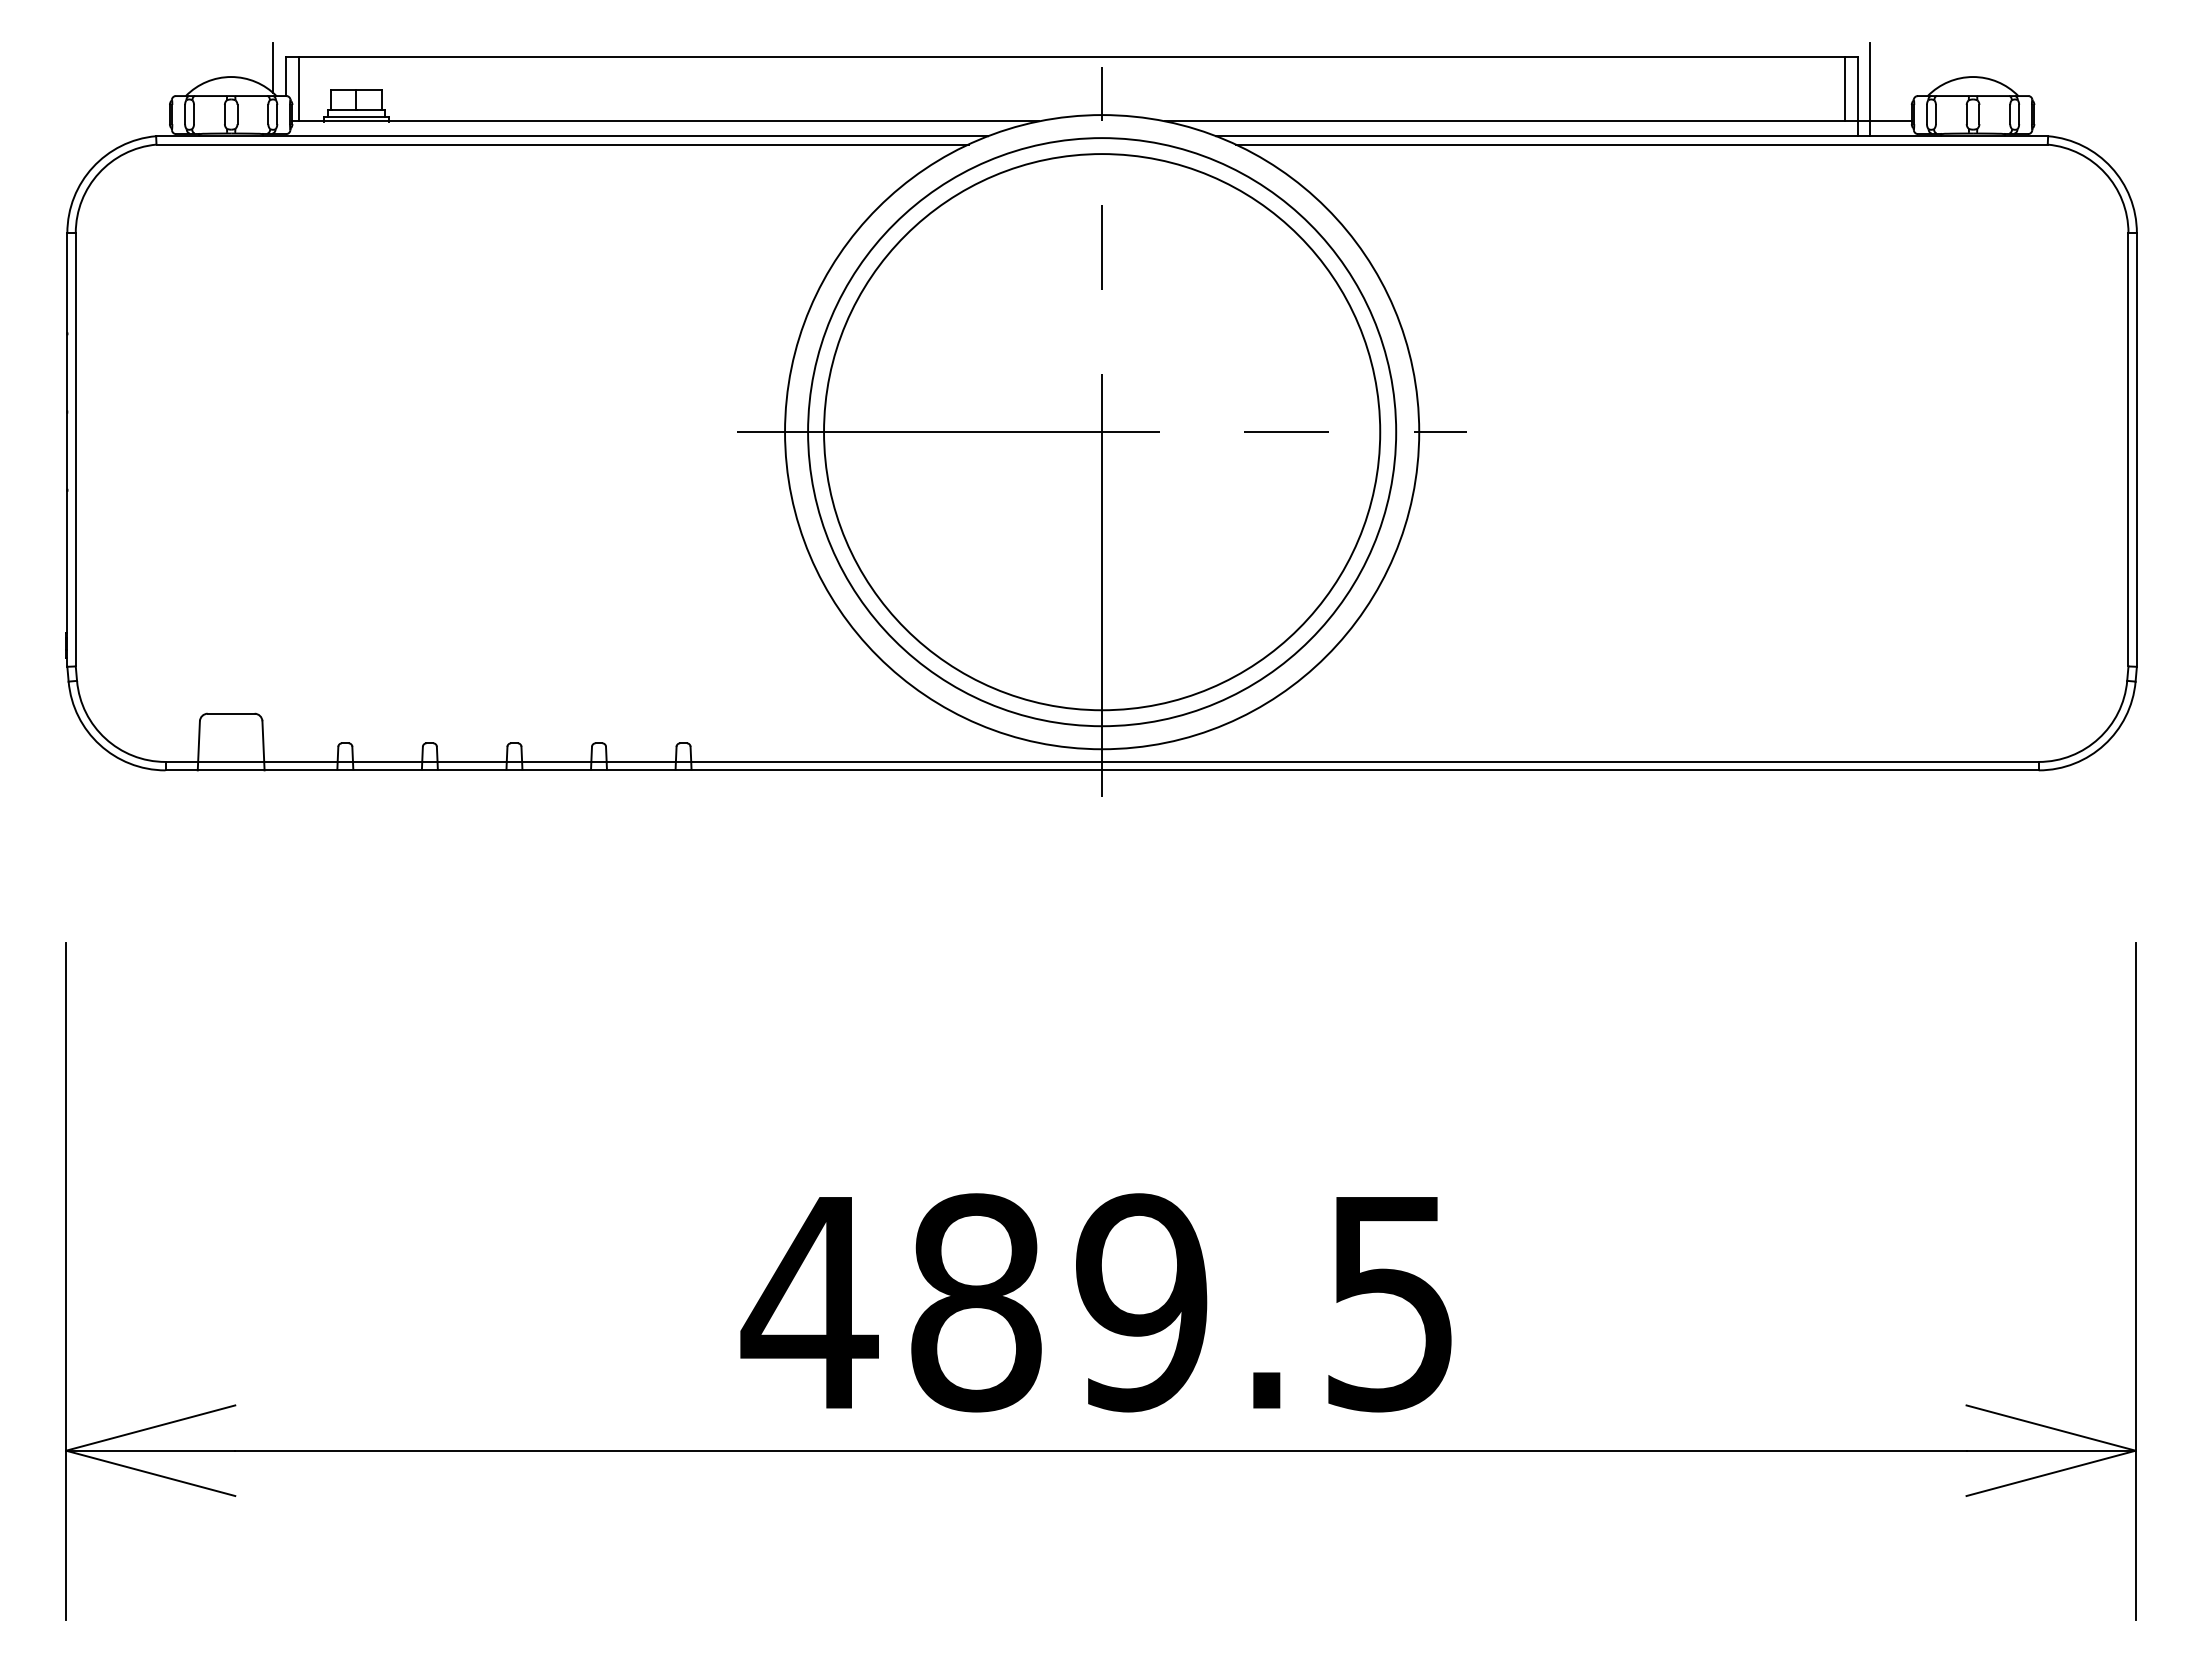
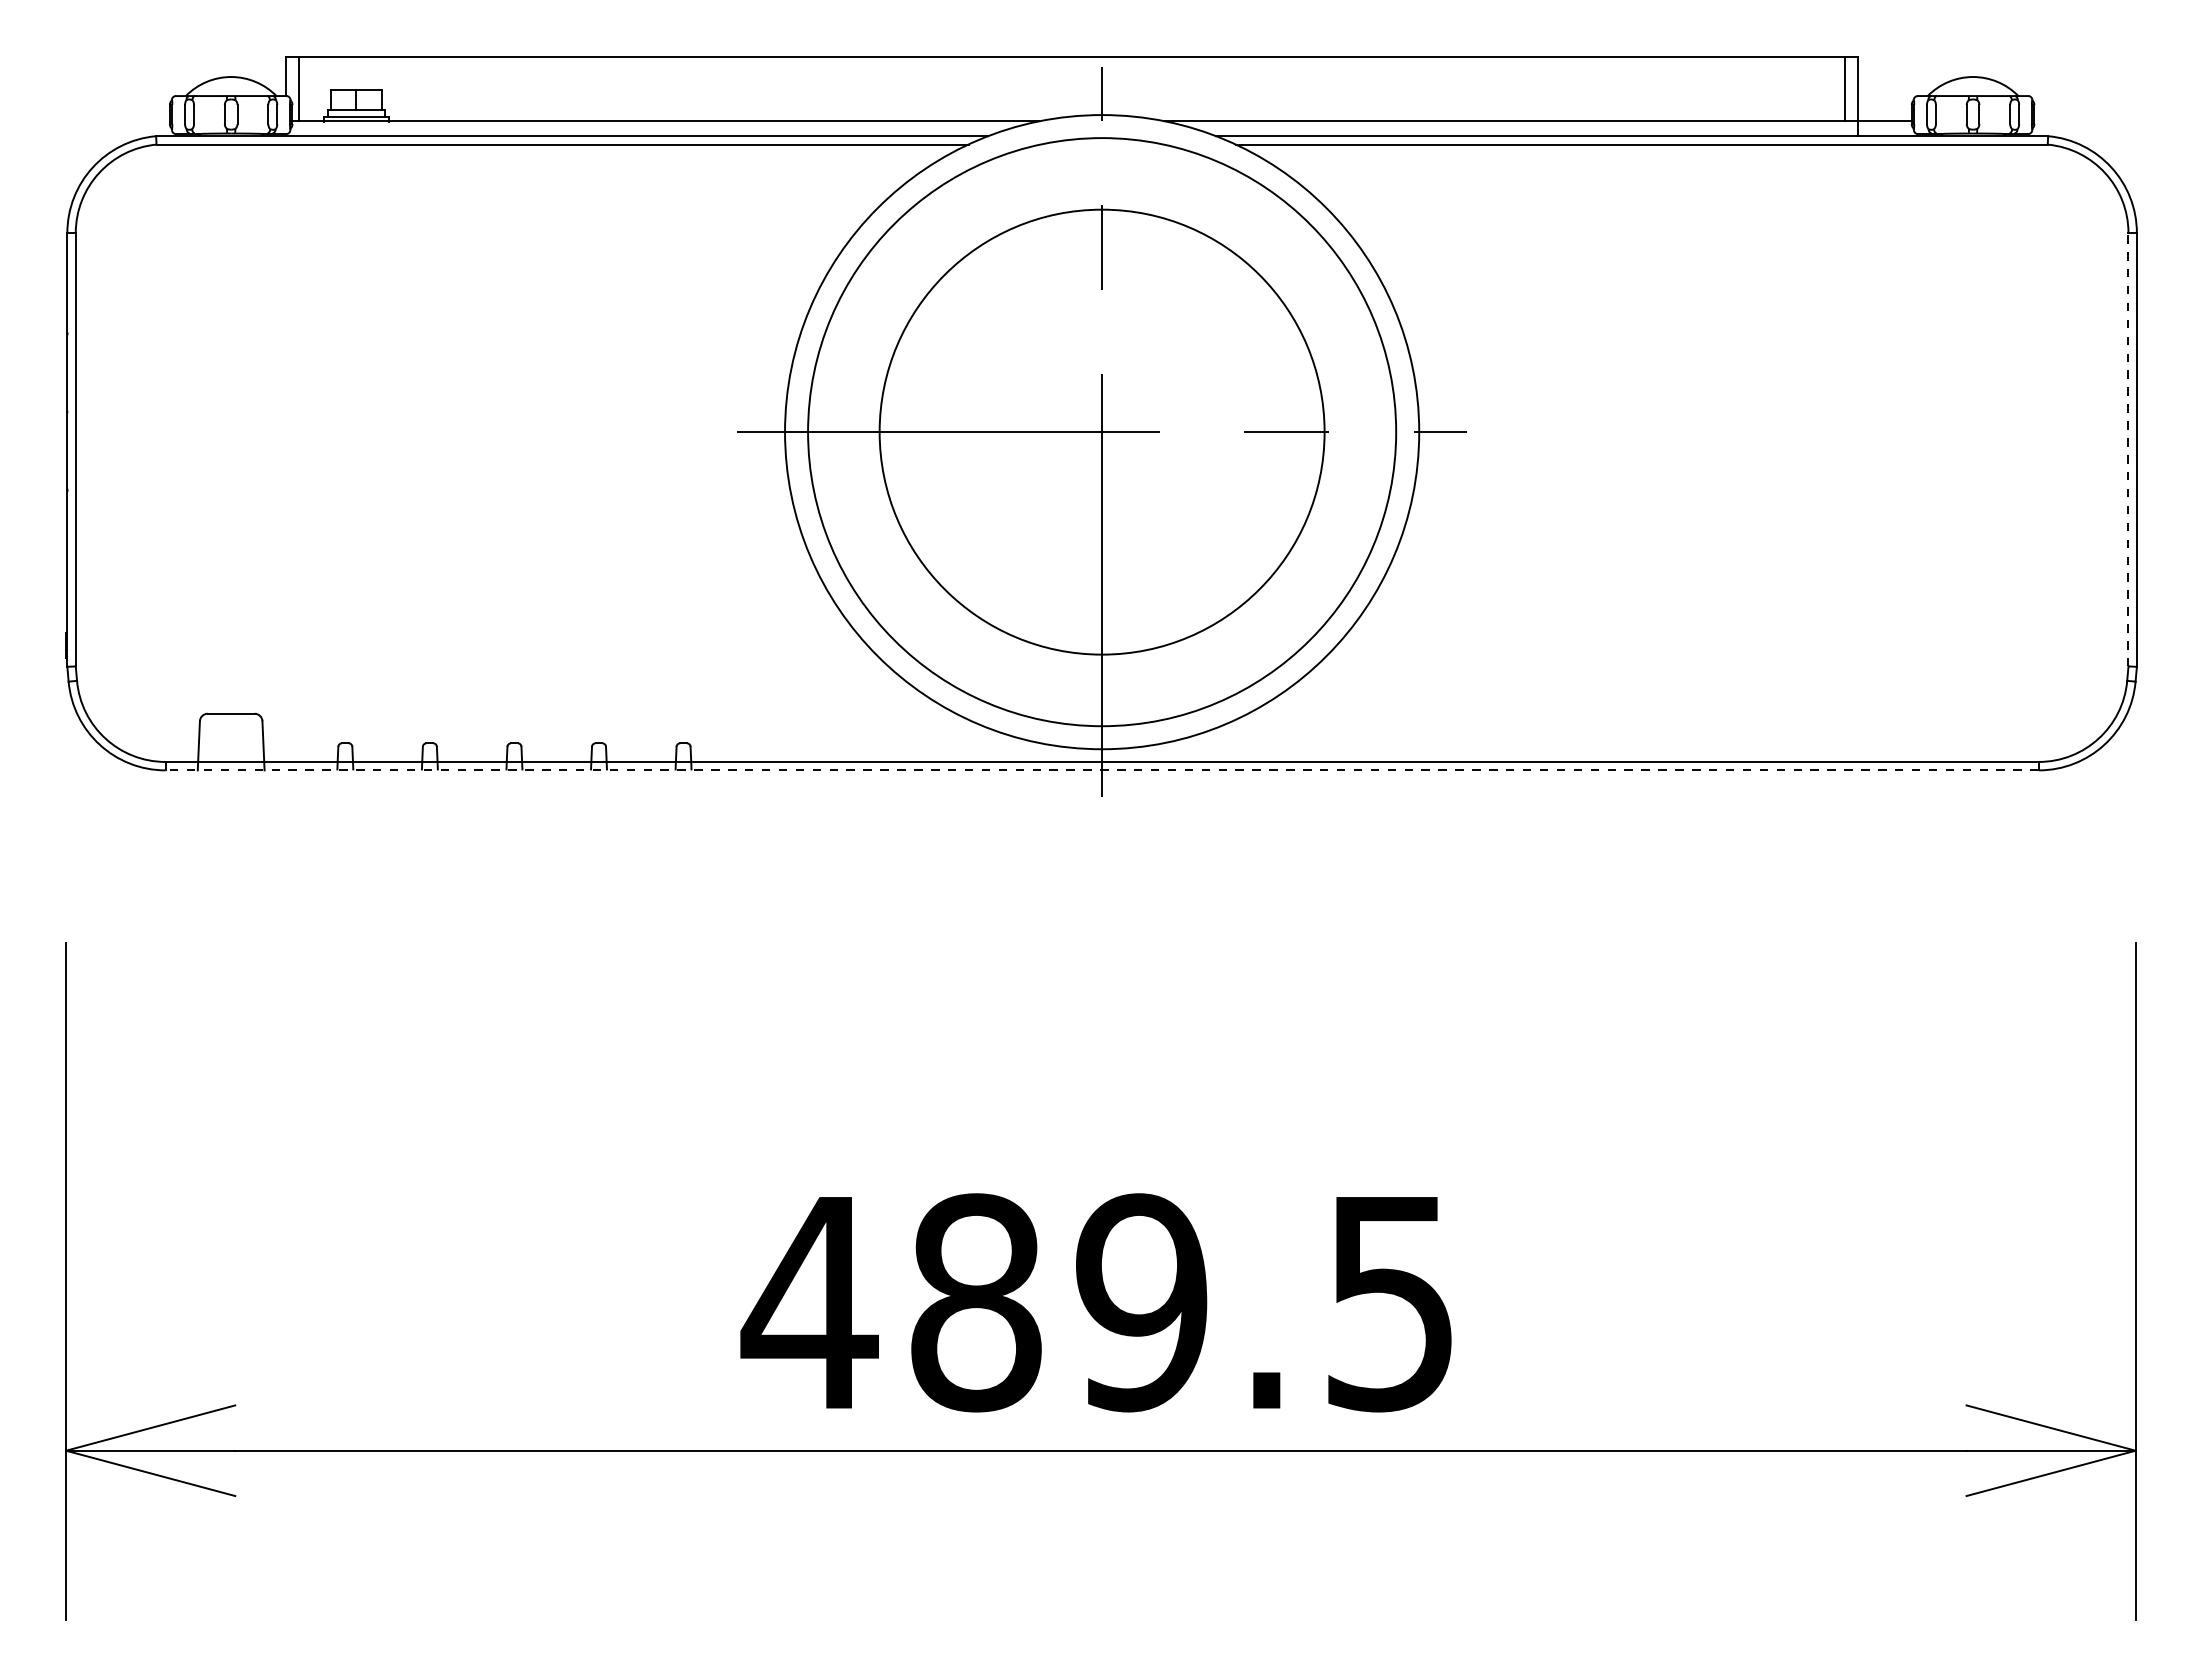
line at (273, 68): present -> none
line at (1870, 89): present -> none
circle at (1102, 432) diameter: 556 px -> 445 px
line at (2128, 449): solid -> dashed
line at (1102, 770): solid -> dashed
